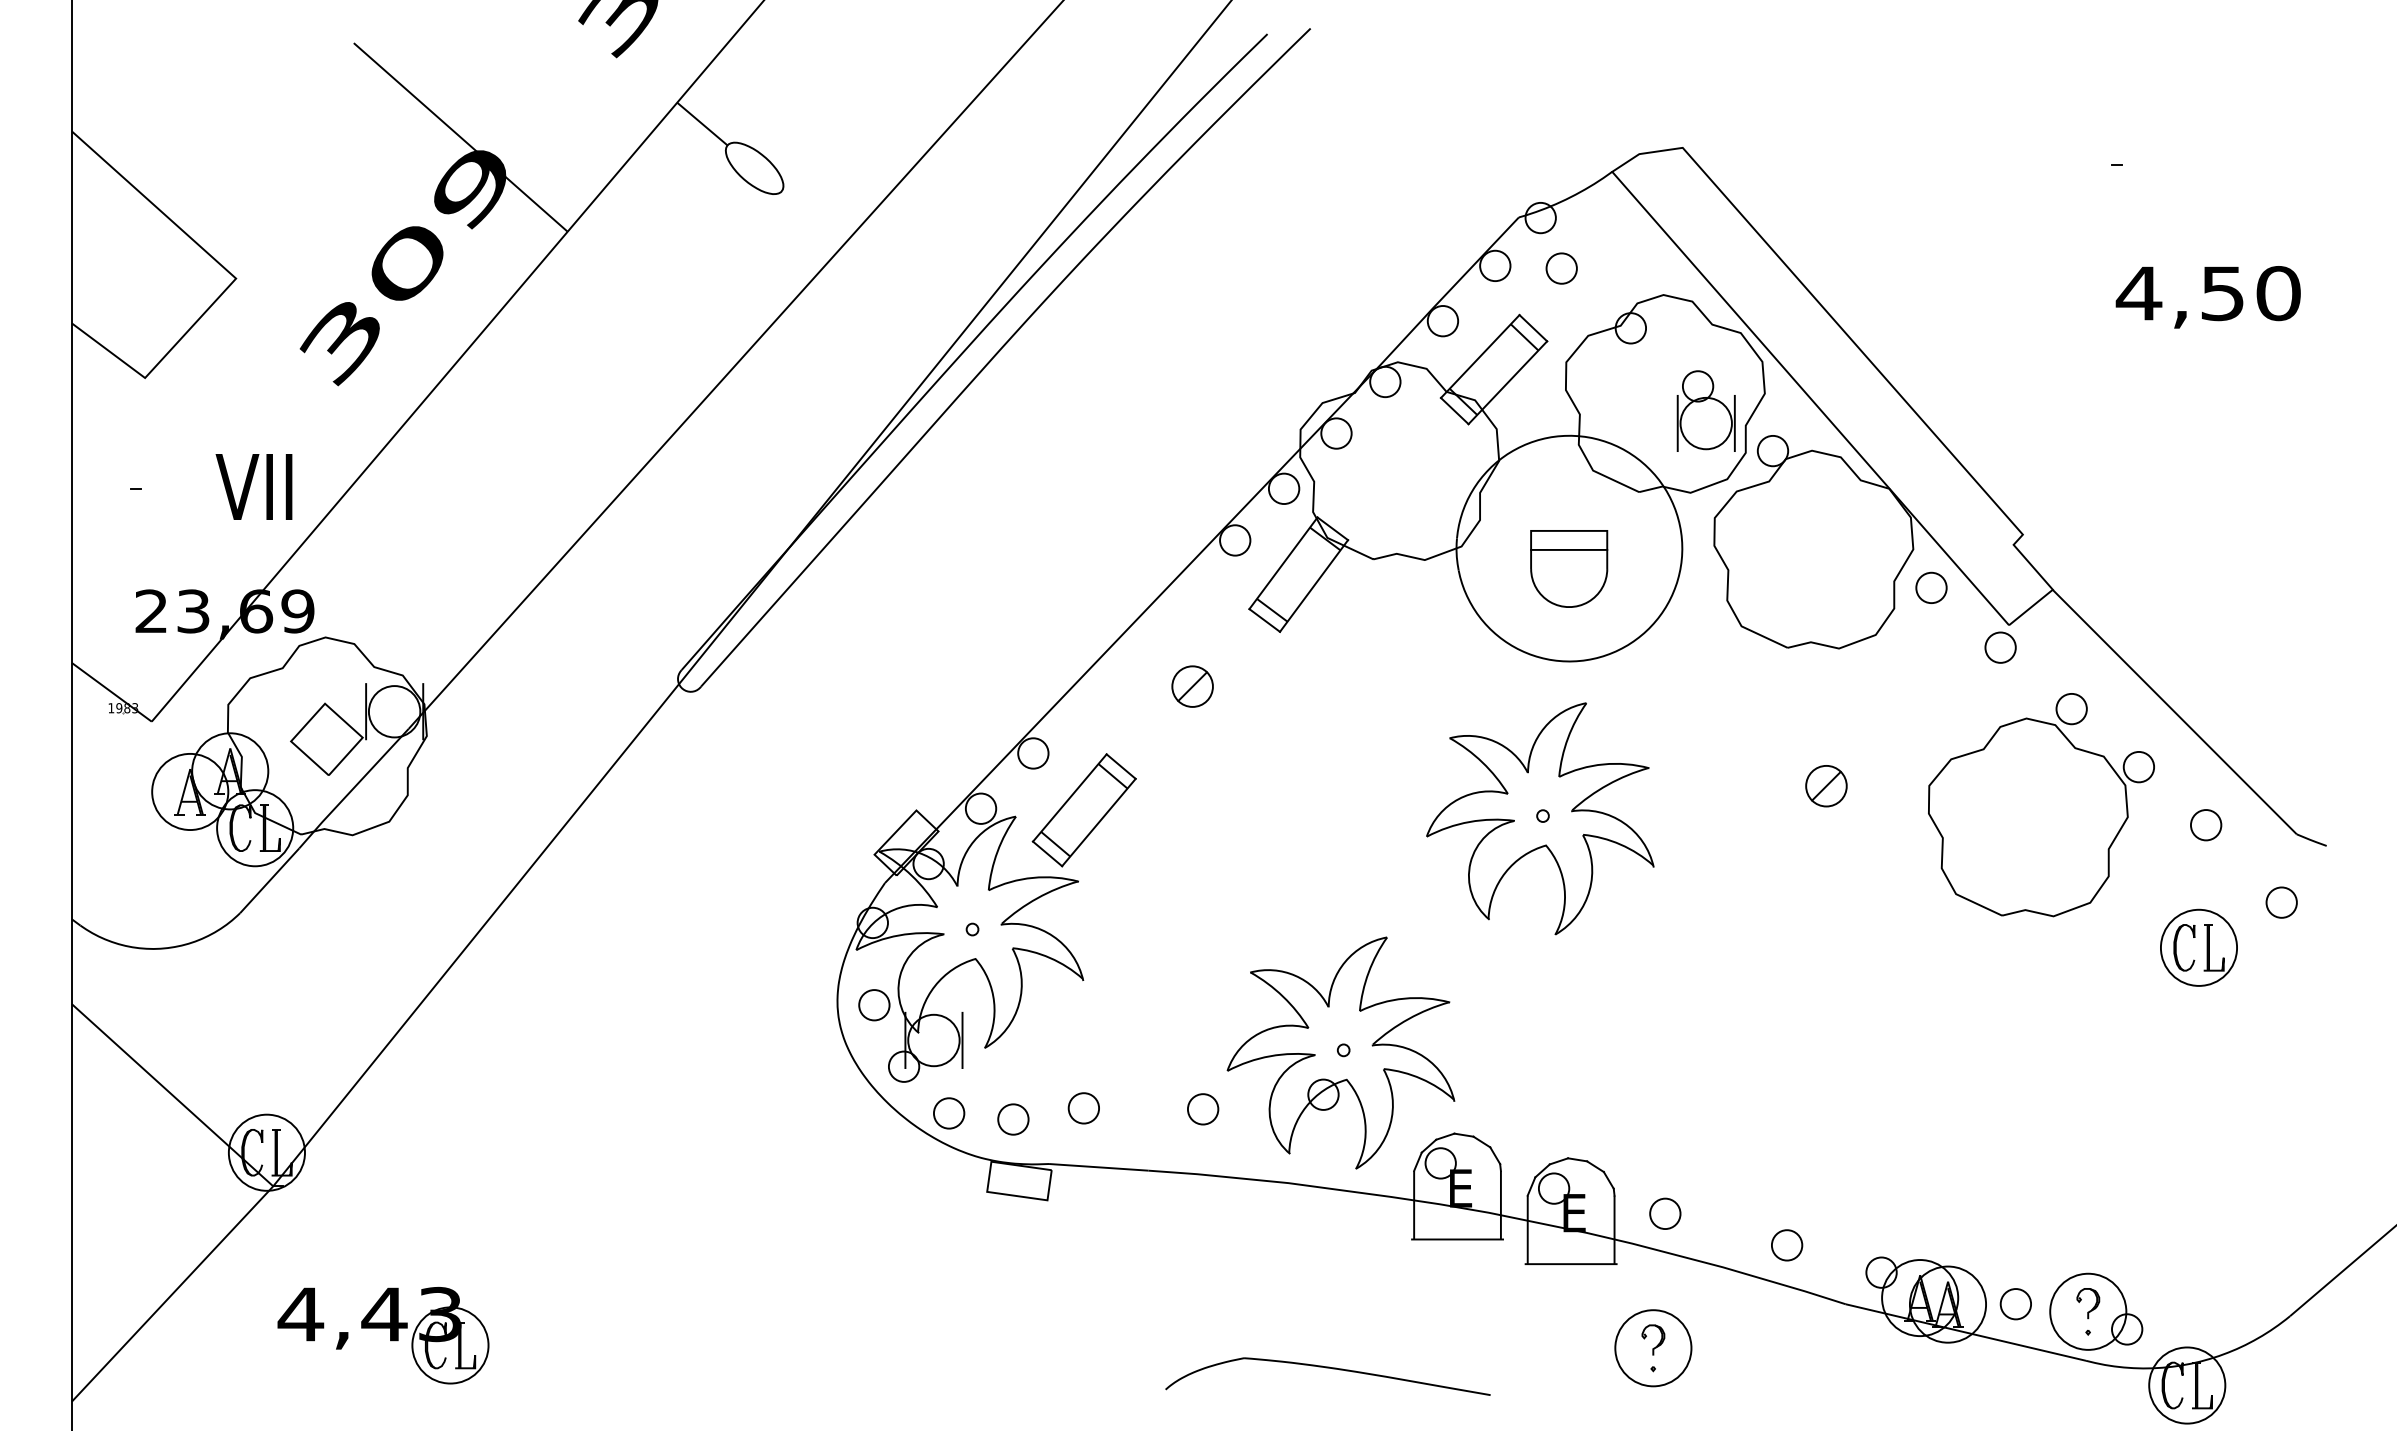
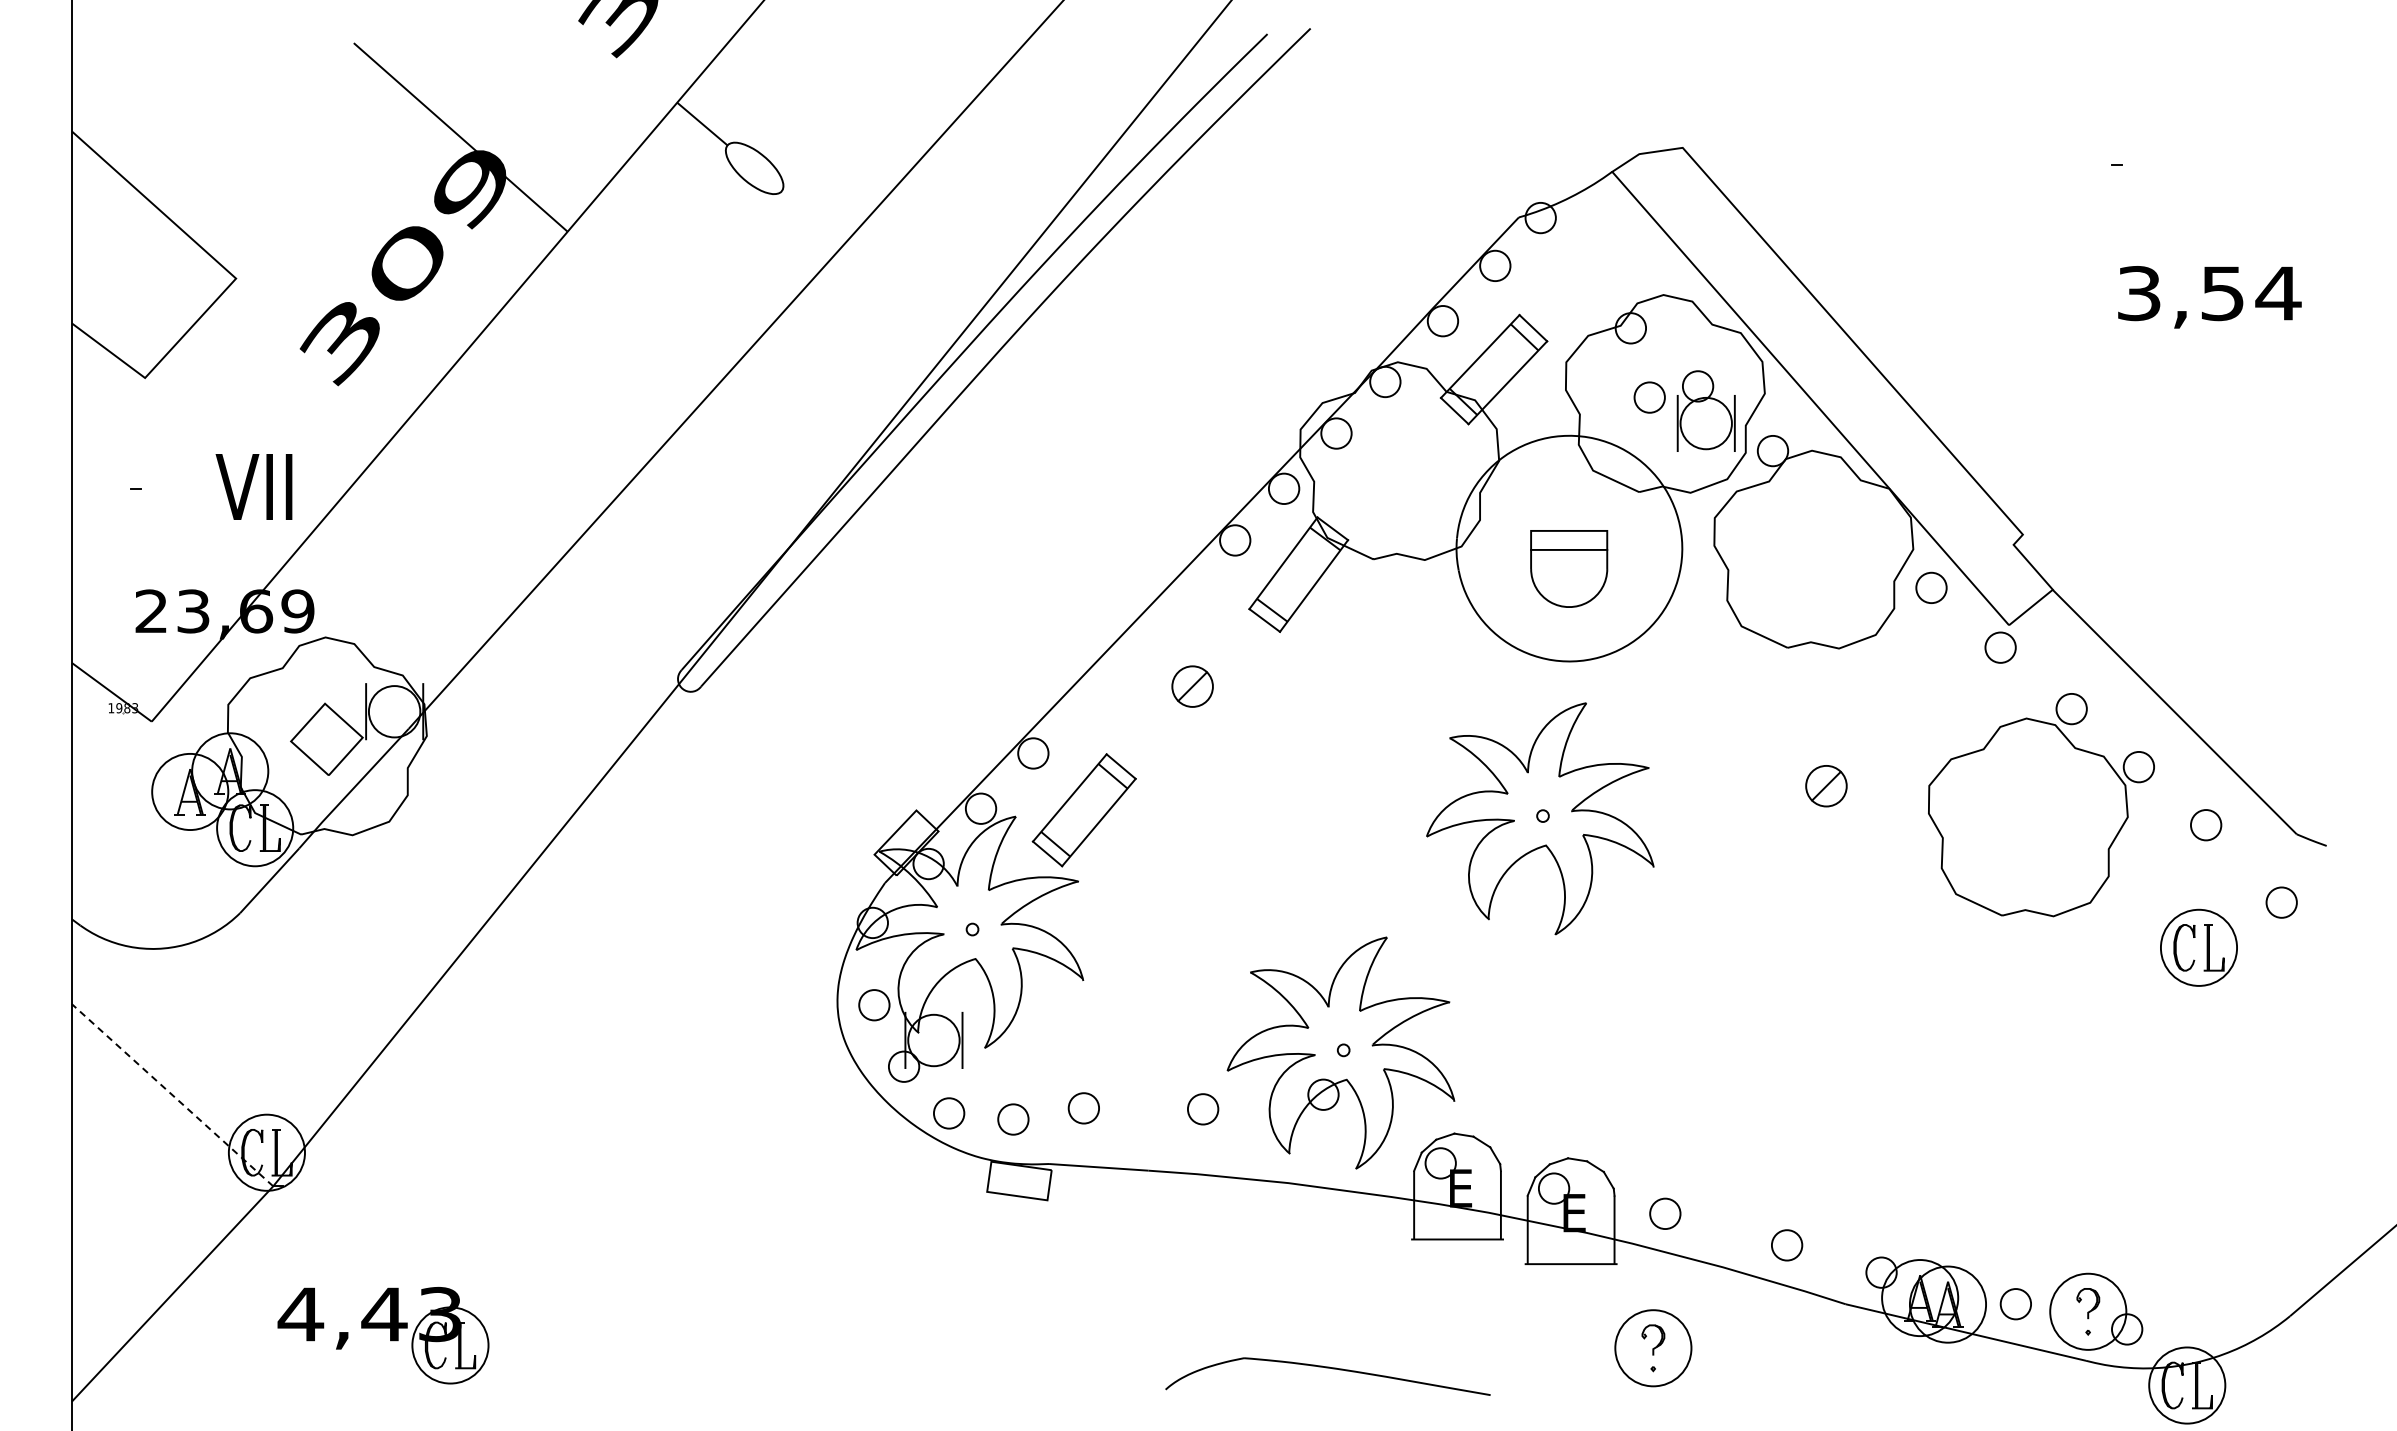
part at (1561, 268) position: (1561, 268) -> (1649, 397)
text at (2208, 293): 4,50 -> 3,54
line at (172, 1095): solid -> dashed
